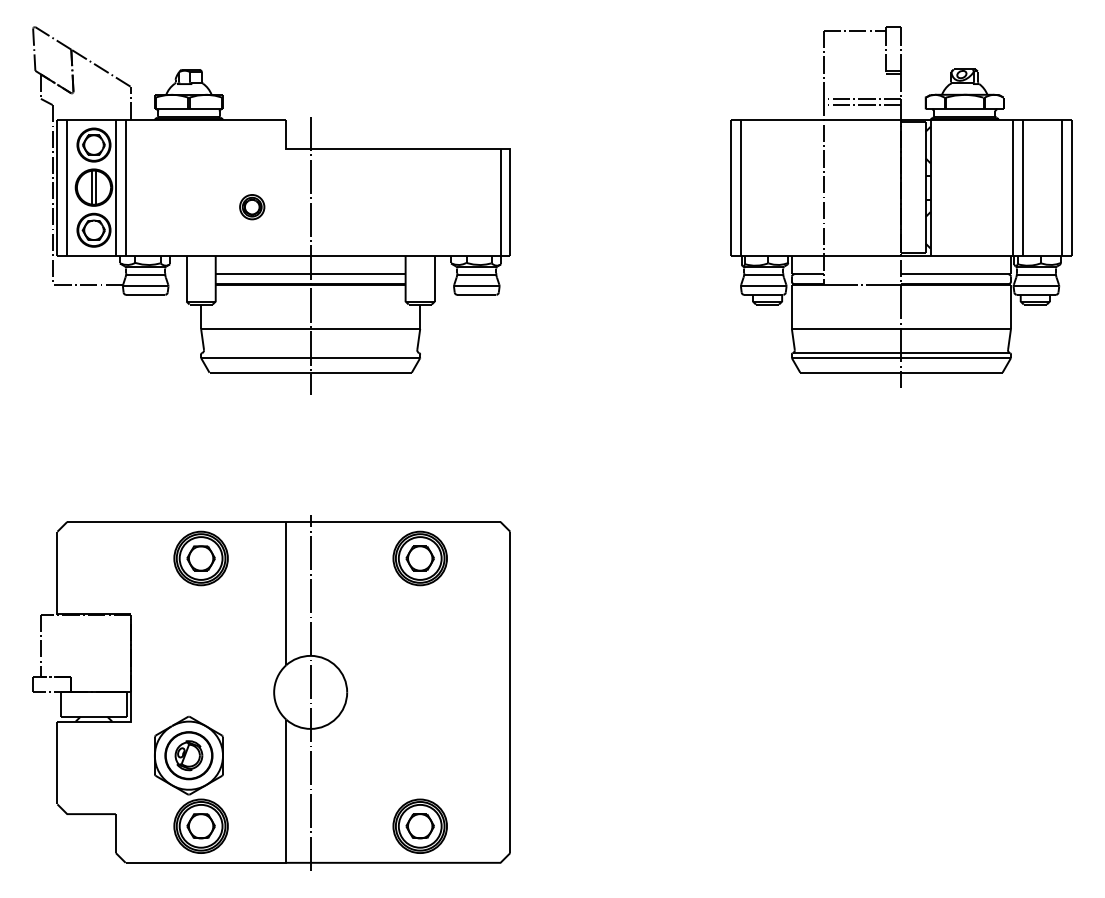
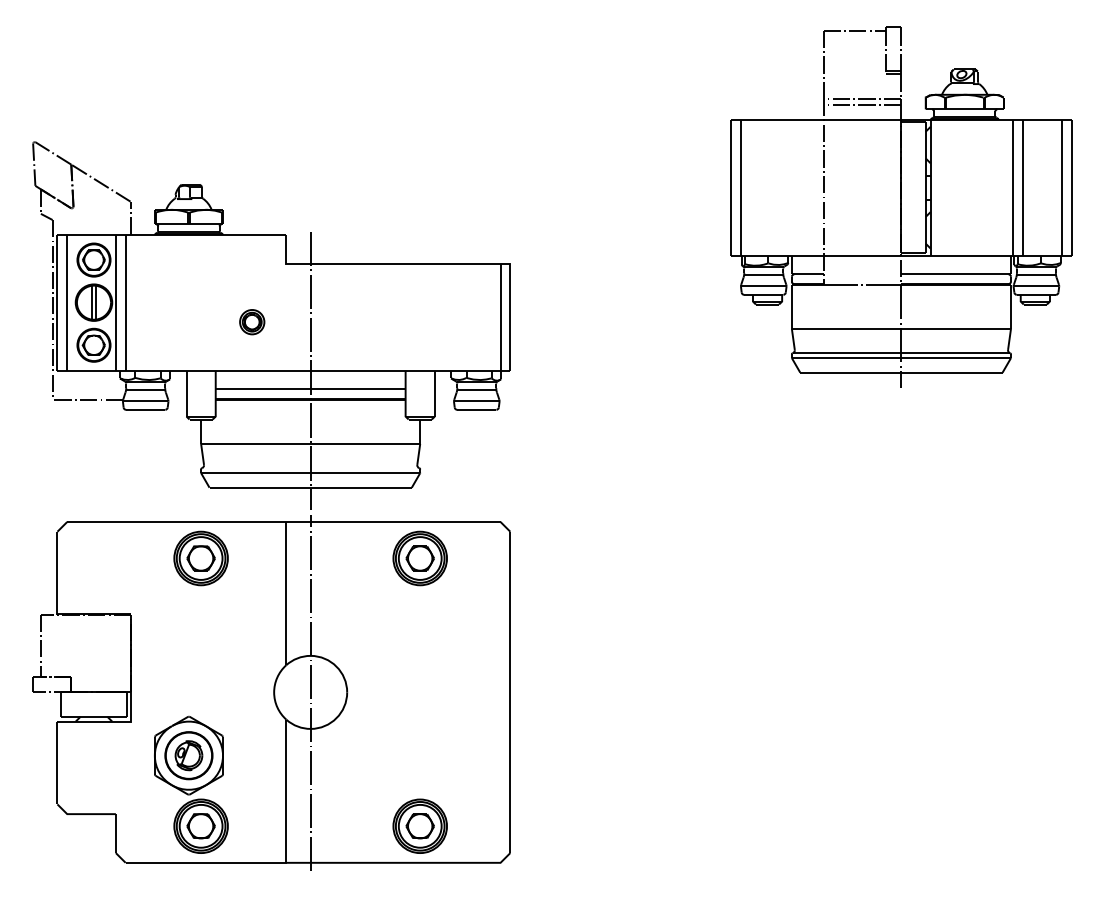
part at (271, 210) position: (271, 210) -> (271, 325)
